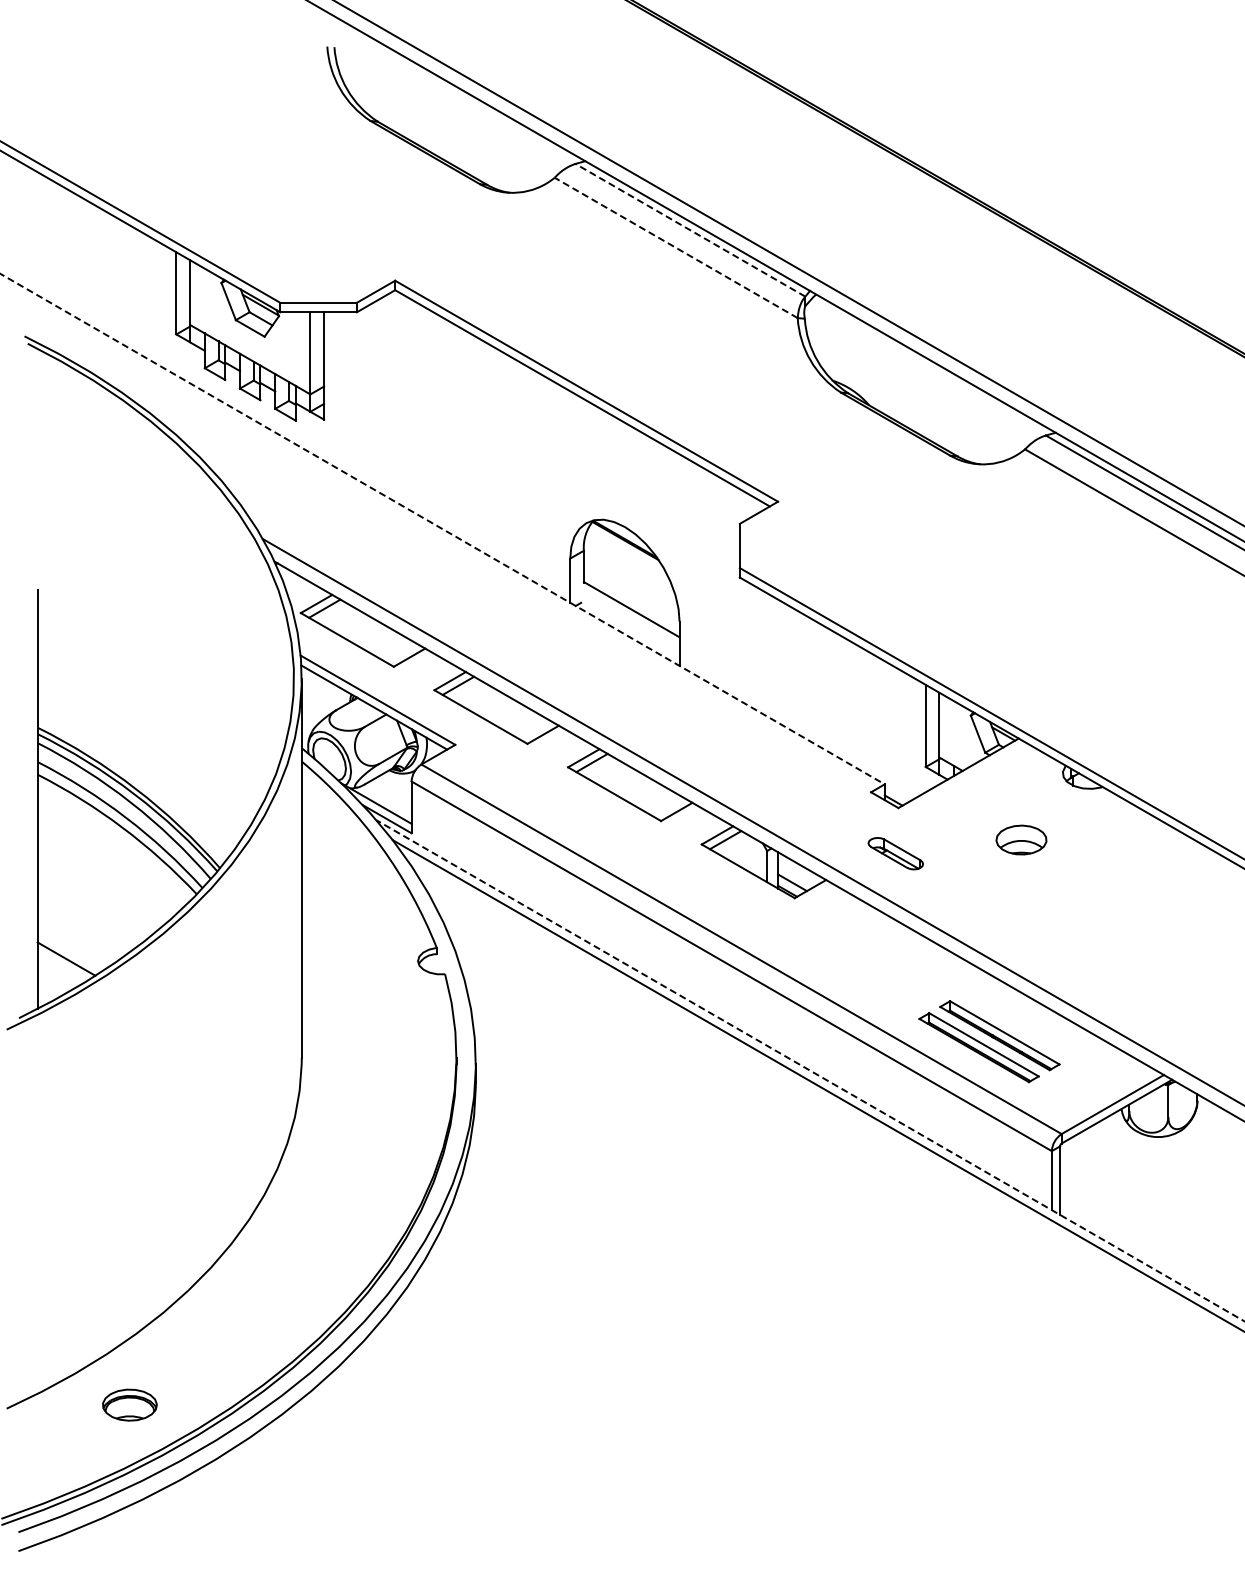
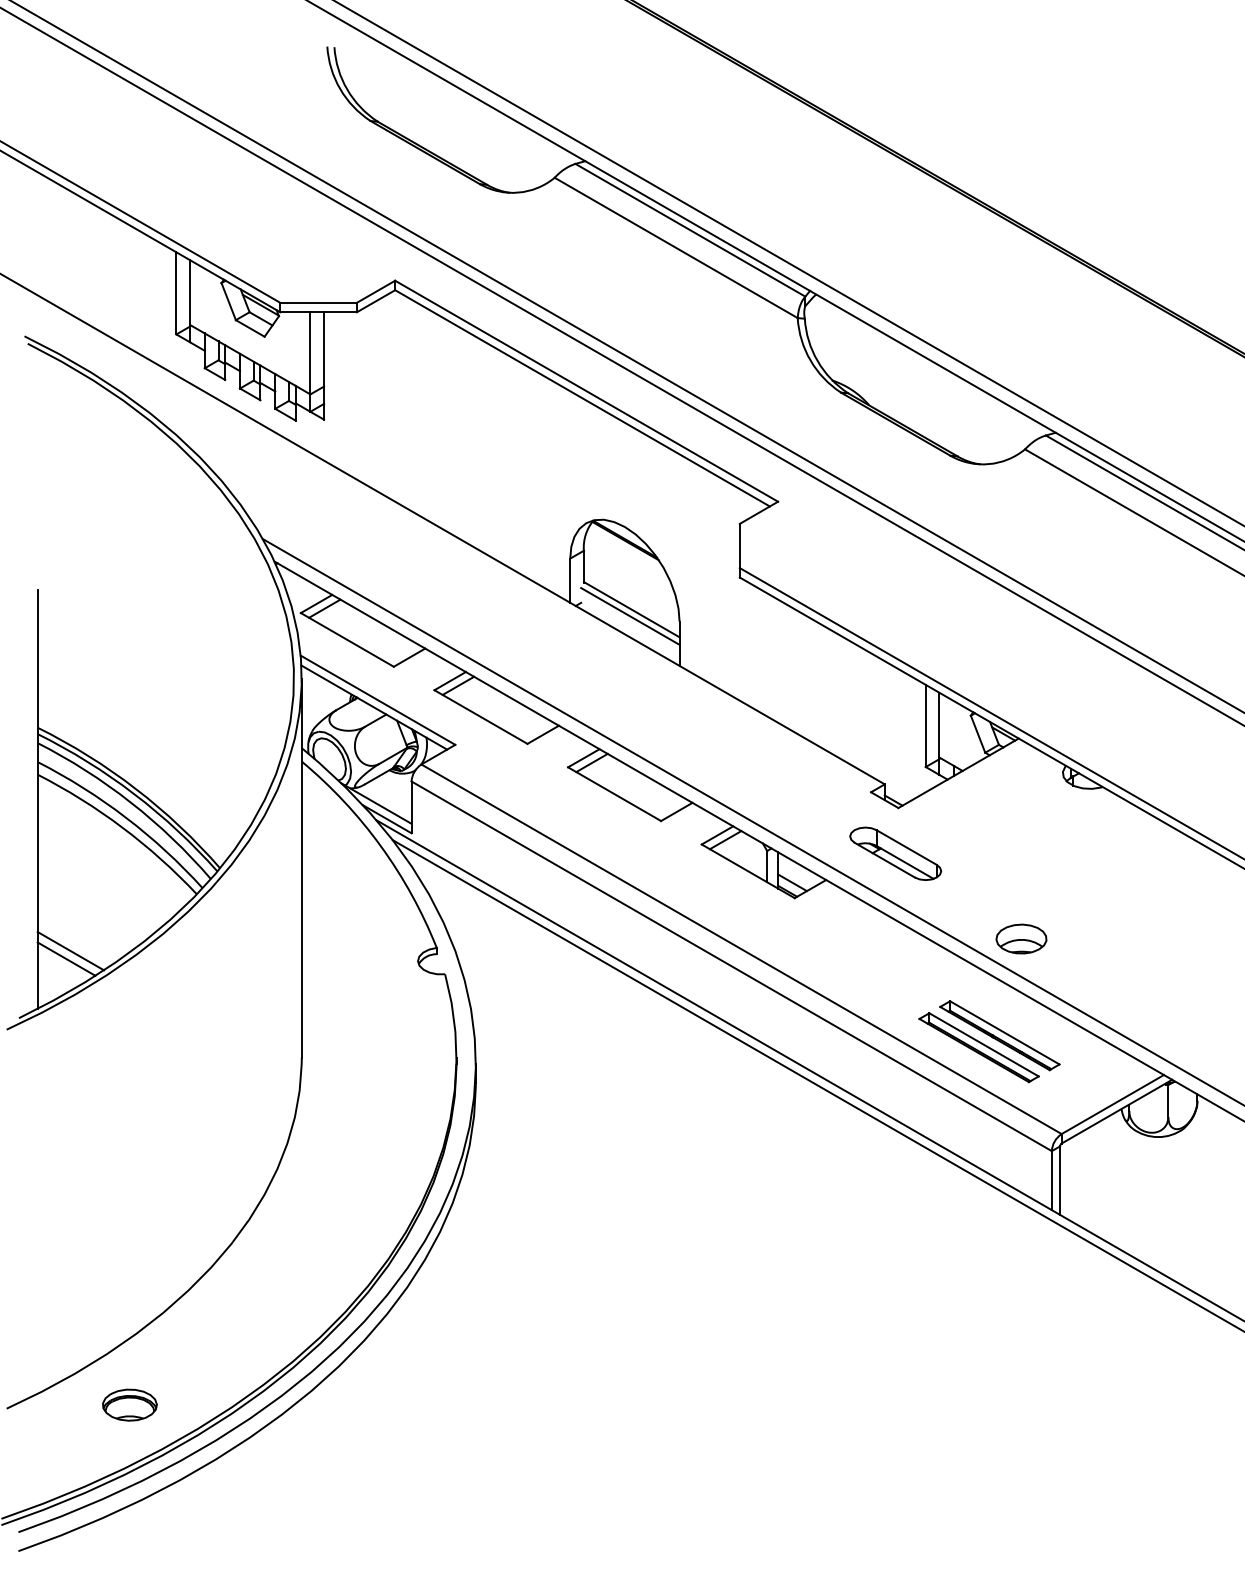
line at (690, 230): dashed -> solid
line at (675, 247): dashed -> solid
line at (626, 356): none -> present
line at (621, 366): none -> present
line at (442, 528): dashed -> solid
line at (630, 616): none -> present
part at (1021, 839) position: (1021, 839) -> (1021, 938)
part at (895, 853) size: 57x34 px -> 94x55 px
line at (70, 951): none -> present
line at (810, 1070): dashed -> solid
